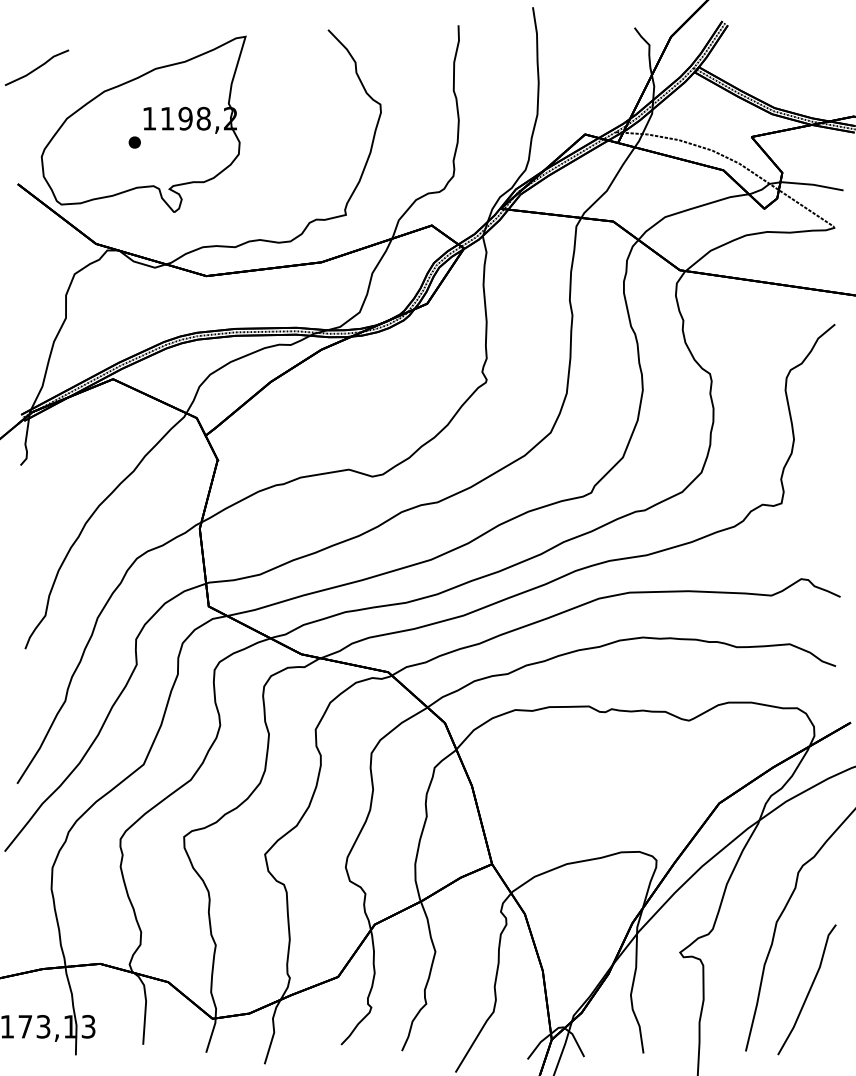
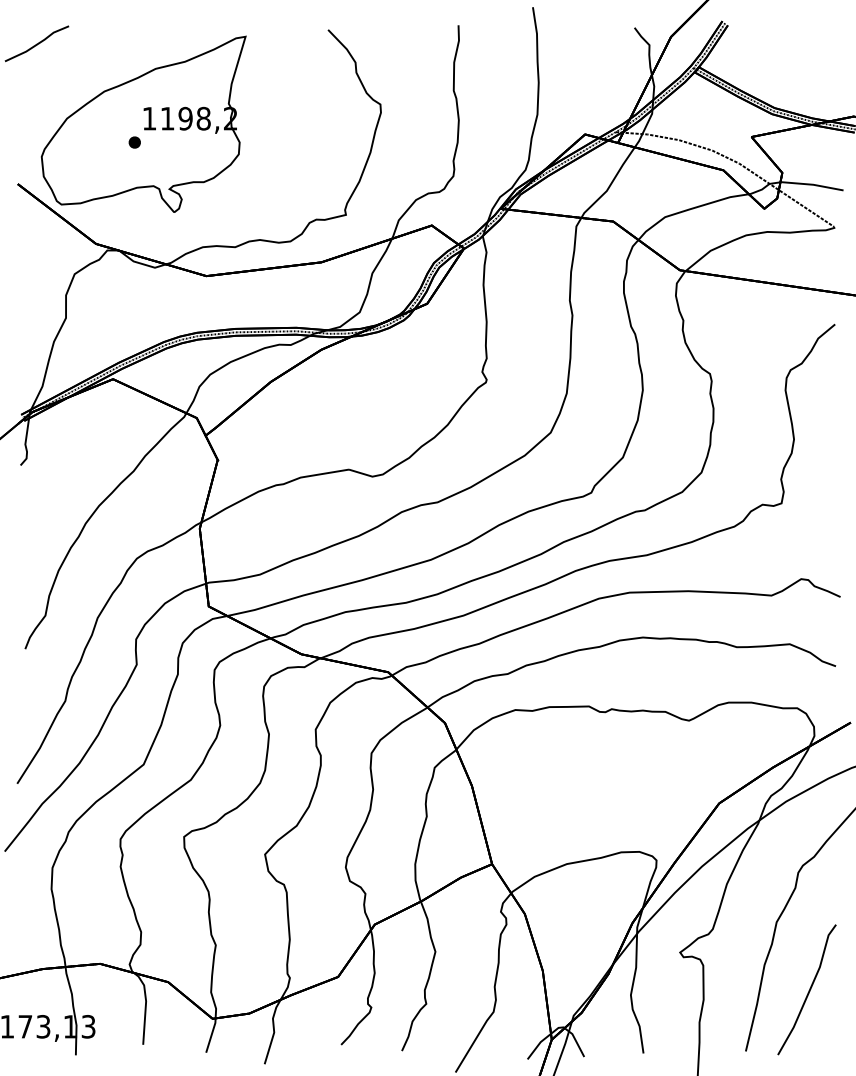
line at (36, 67) position: (36, 67) -> (36, 43)
